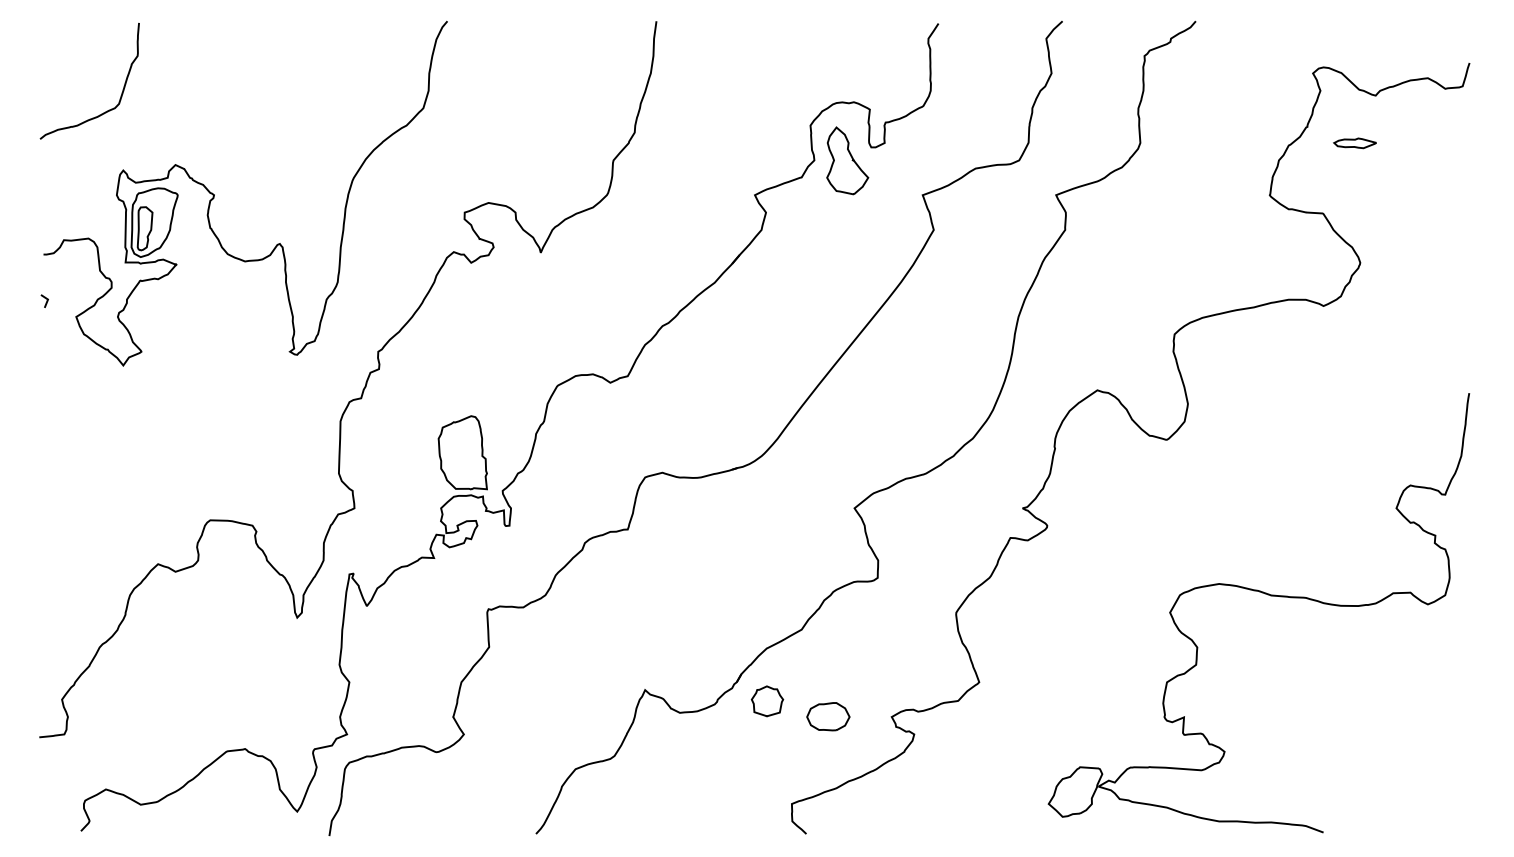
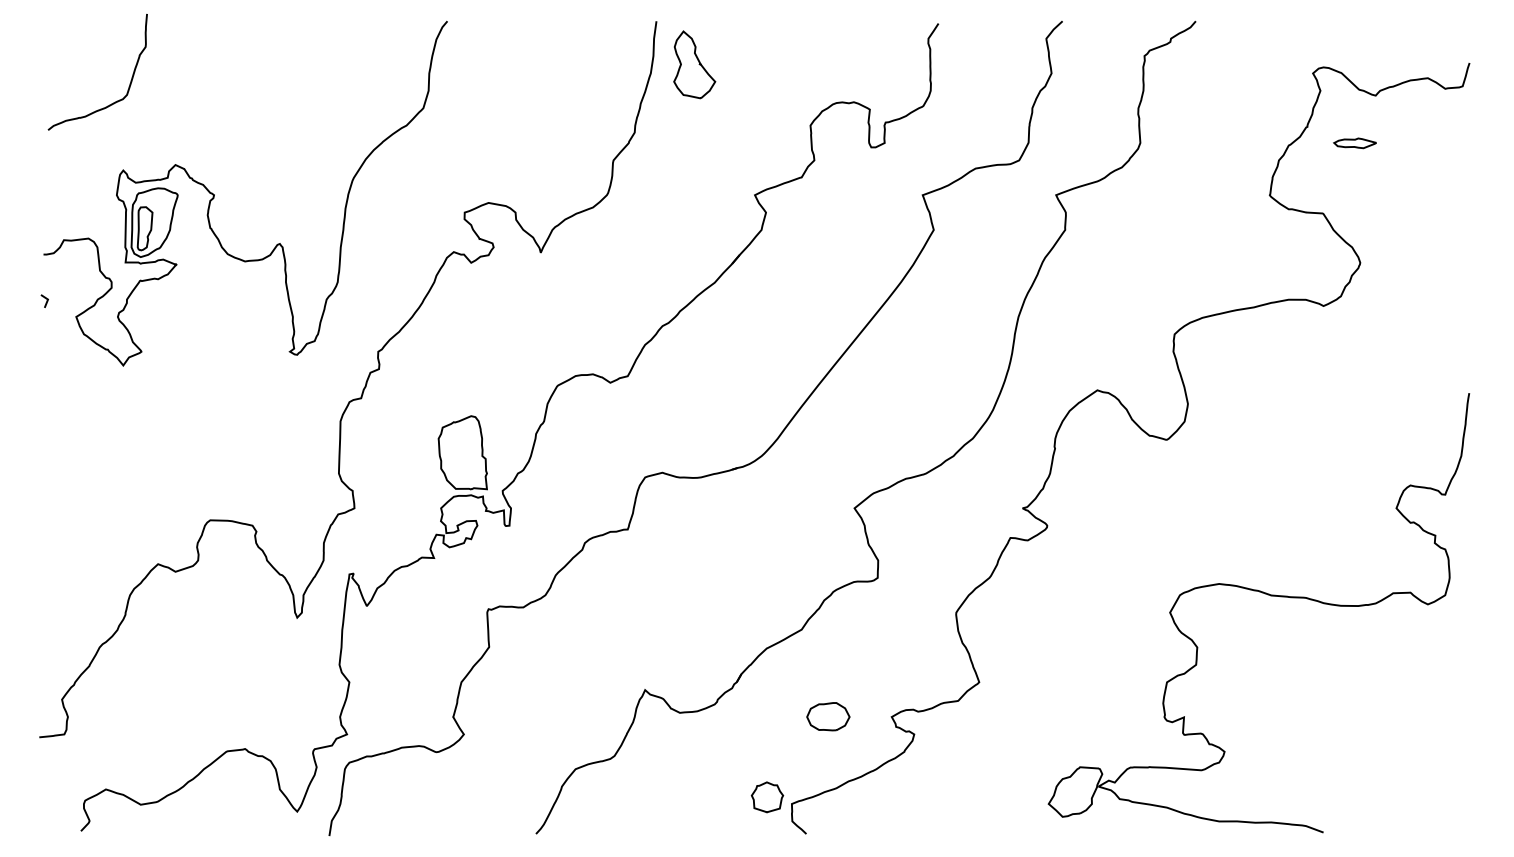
curve at (121, 92) position: (121, 92) -> (129, 83)
part at (847, 160) position: (847, 160) -> (694, 64)
part at (767, 701) position: (767, 701) -> (767, 797)
